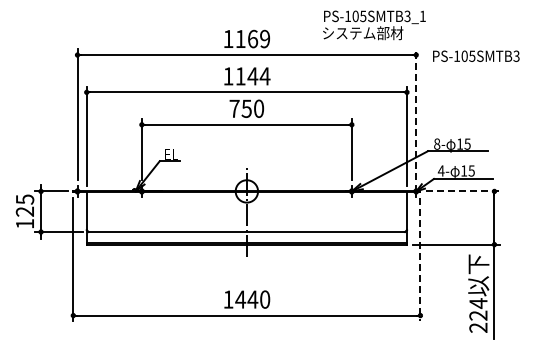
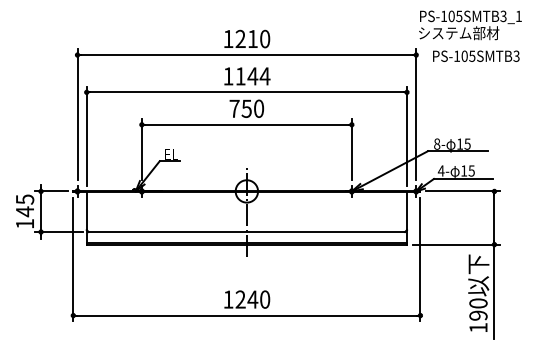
text at (374, 25) position: (374, 25) -> (470, 25)
text at (252, 38): 1169 -> 1210
line at (416, 114): dashed -> solid
line at (463, 191): dashed -> solid
text at (24, 211): 125 -> 145
line at (420, 259): dashed -> solid
text at (240, 299): 1440 -> 1240
text at (478, 315): 224 -> 190
